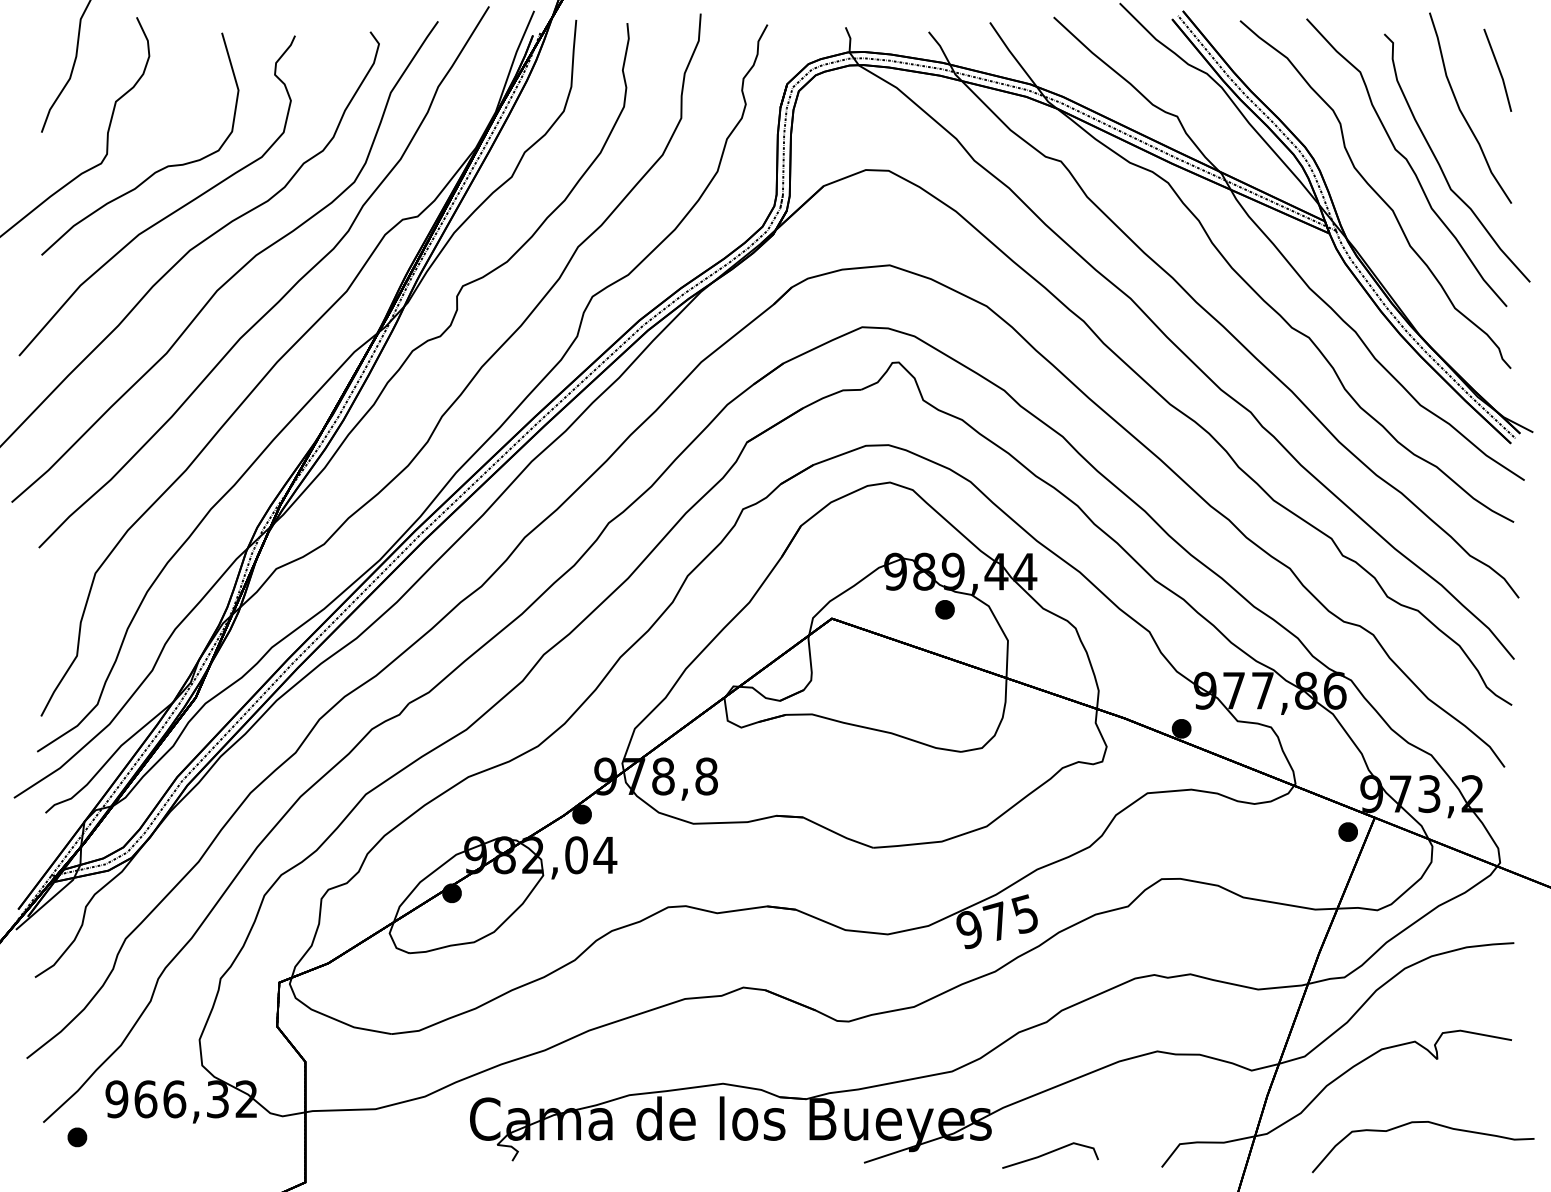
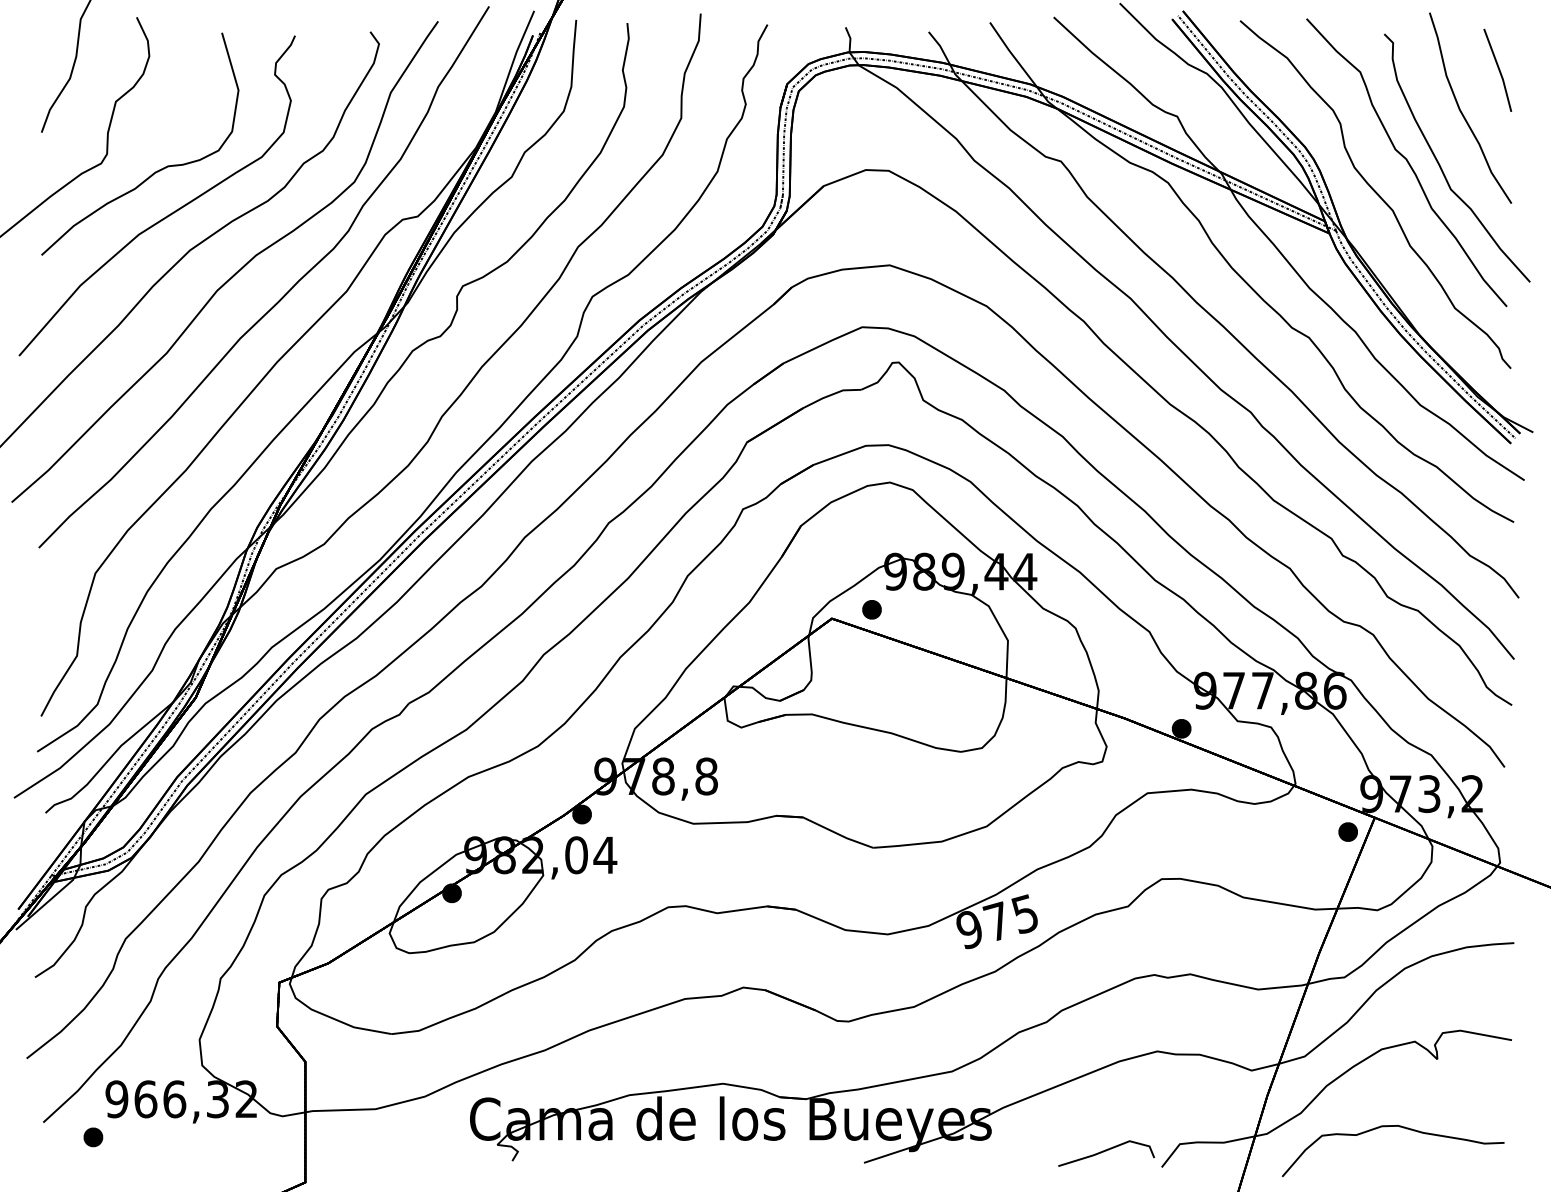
part at (944, 609) position: (944, 609) -> (871, 609)
curve at (1422, 1122) position: (1422, 1122) -> (1392, 1126)
part at (77, 1137) position: (77, 1137) -> (93, 1137)
line at (1050, 1153) position: (1050, 1153) -> (1106, 1151)
